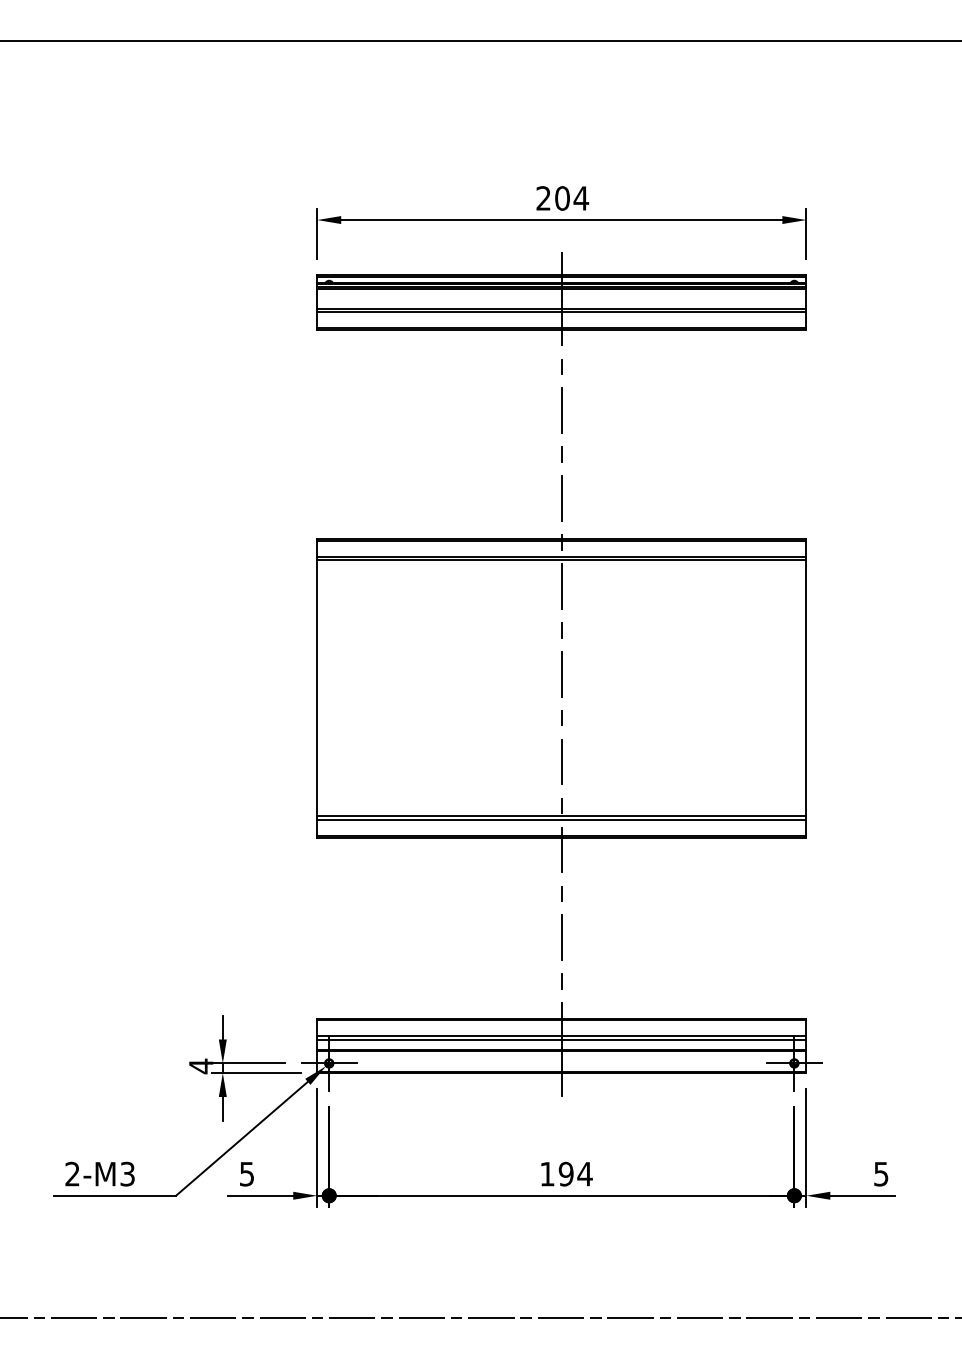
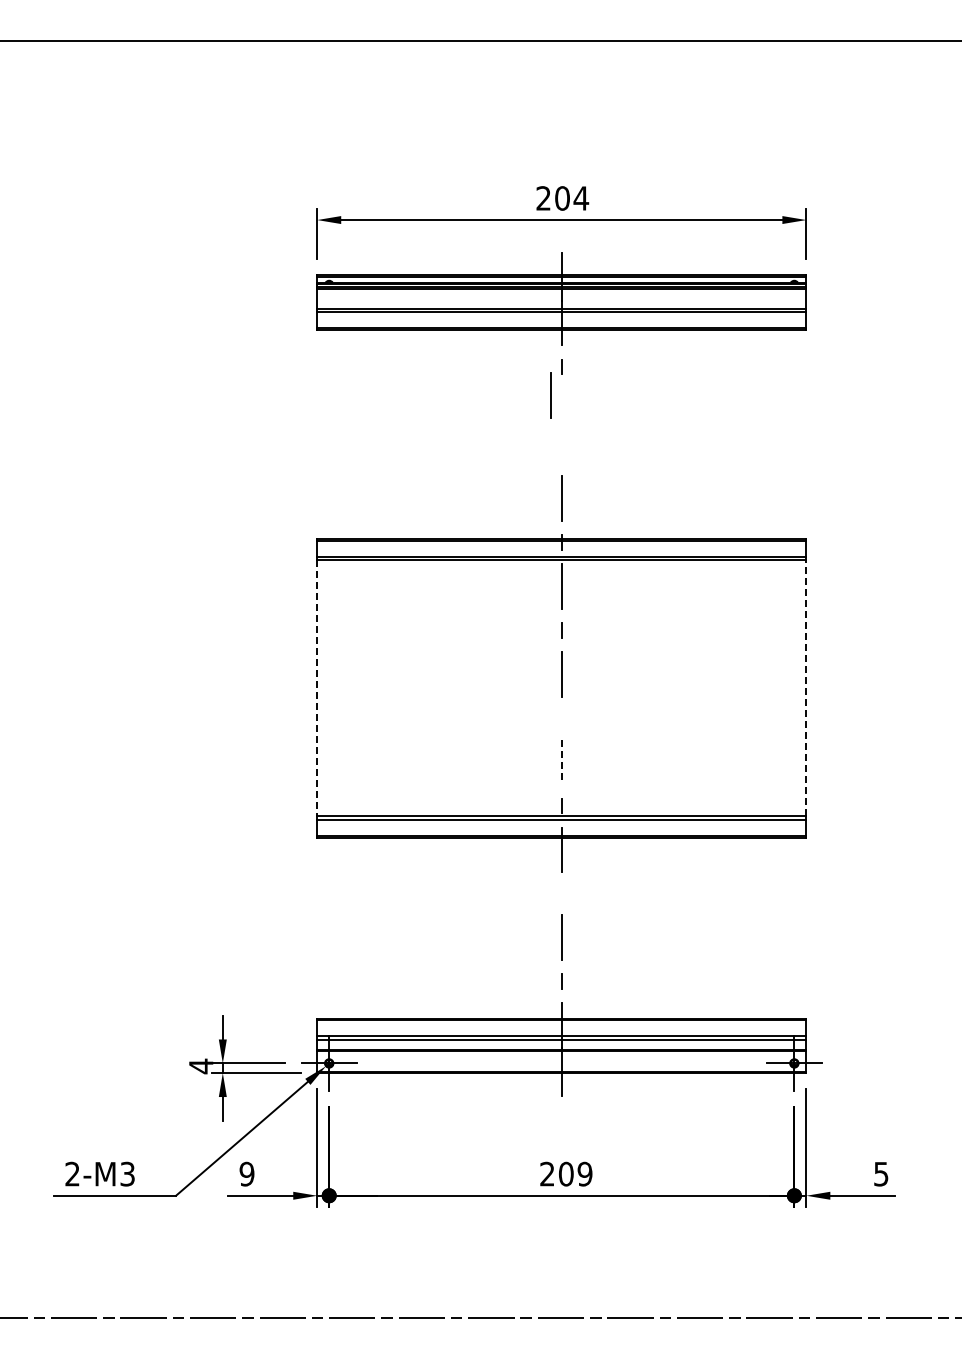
line at (561, 410) position: (561, 410) -> (550, 395)
line at (561, 454): present -> none
line at (317, 688): solid -> dashed
line at (806, 688): solid -> dashed
line at (561, 717): present -> none
line at (561, 762): solid -> dashed
line at (561, 893): present -> none
text at (246, 1173): 5 -> 9
text at (566, 1173): 194 -> 209
